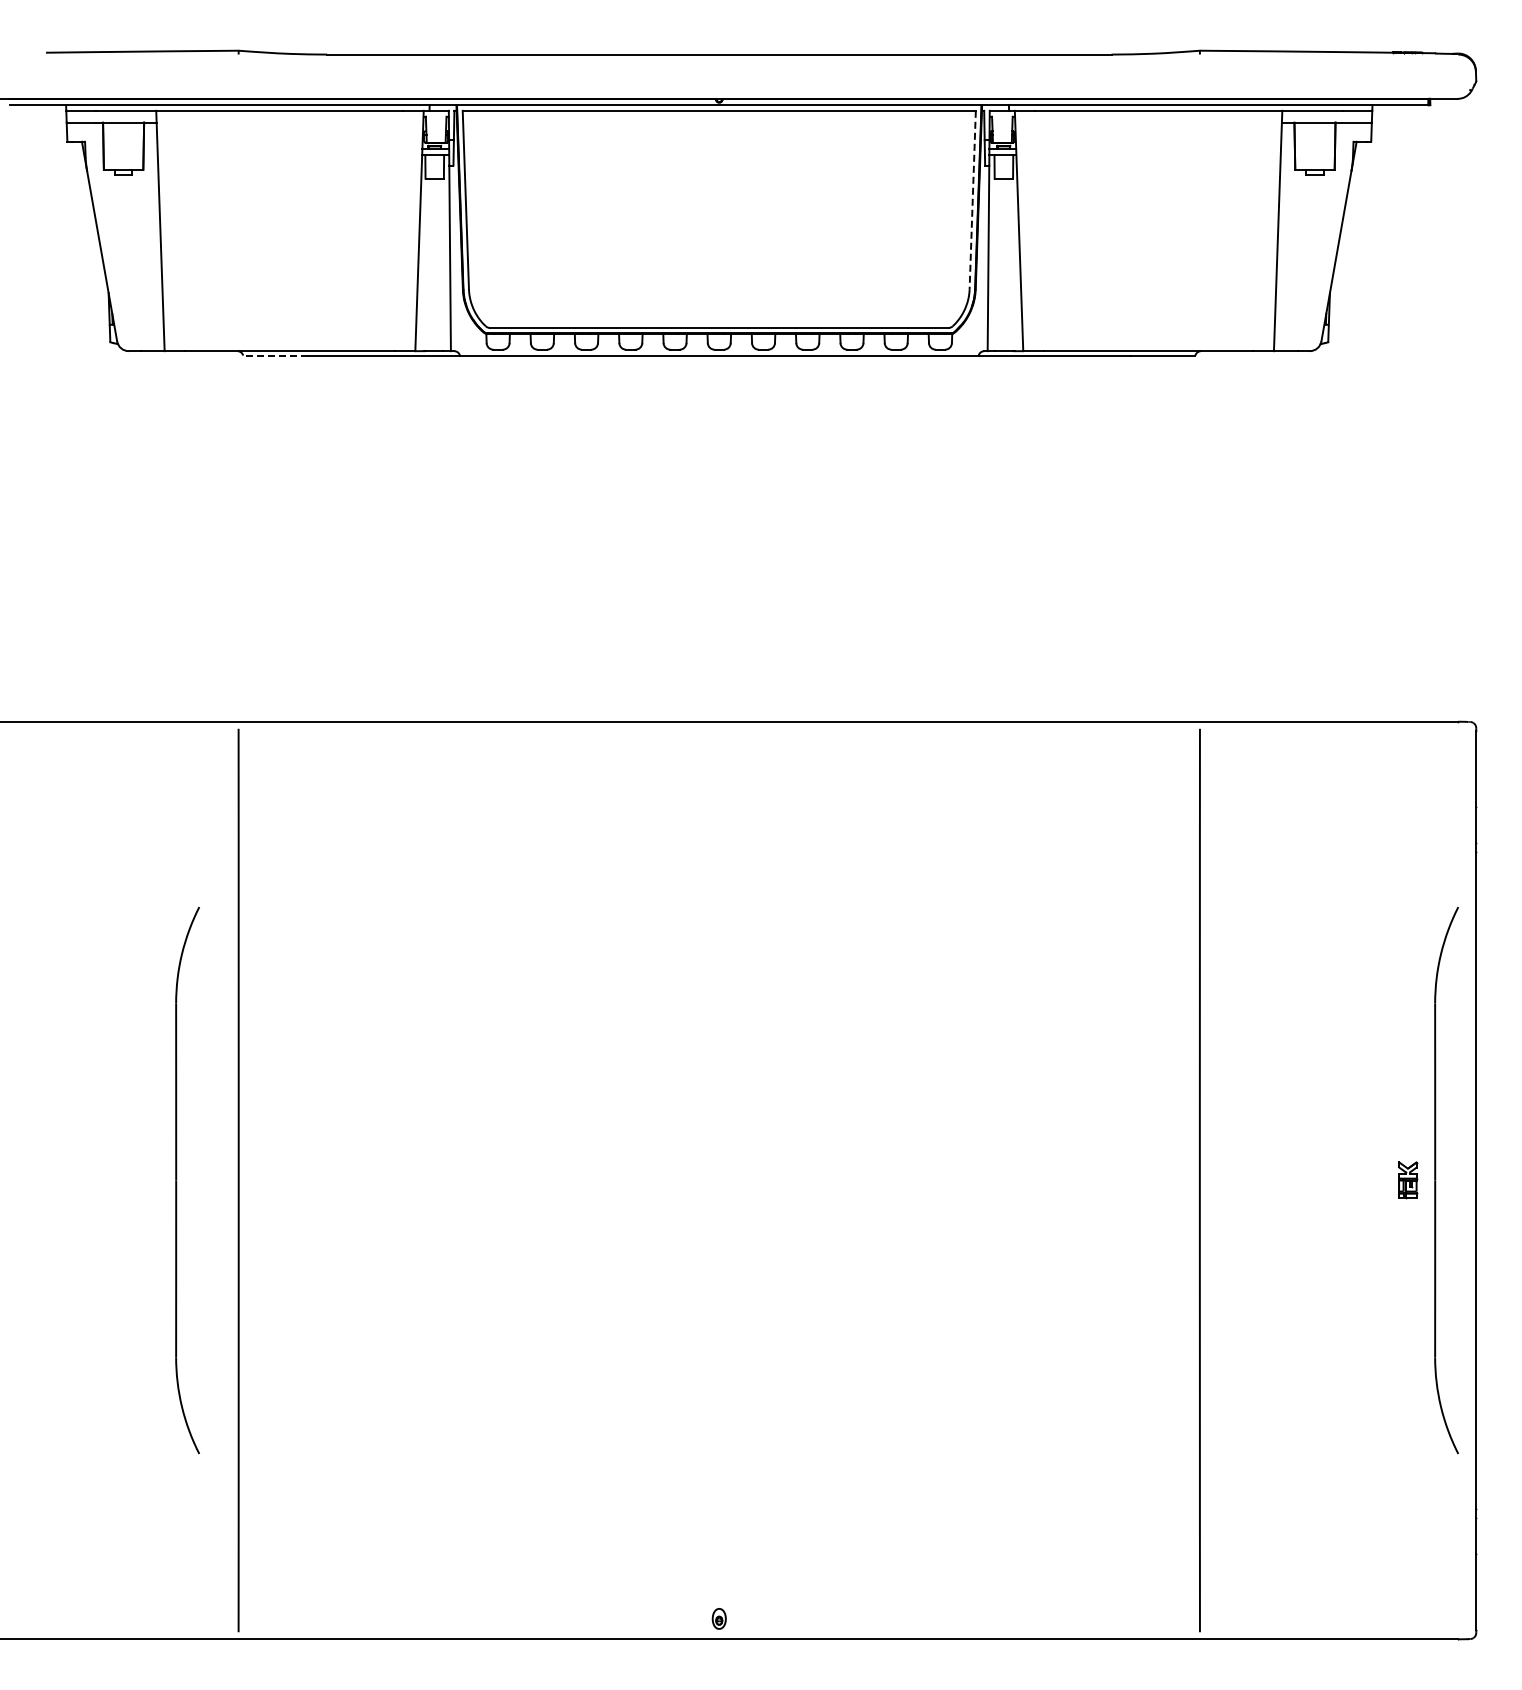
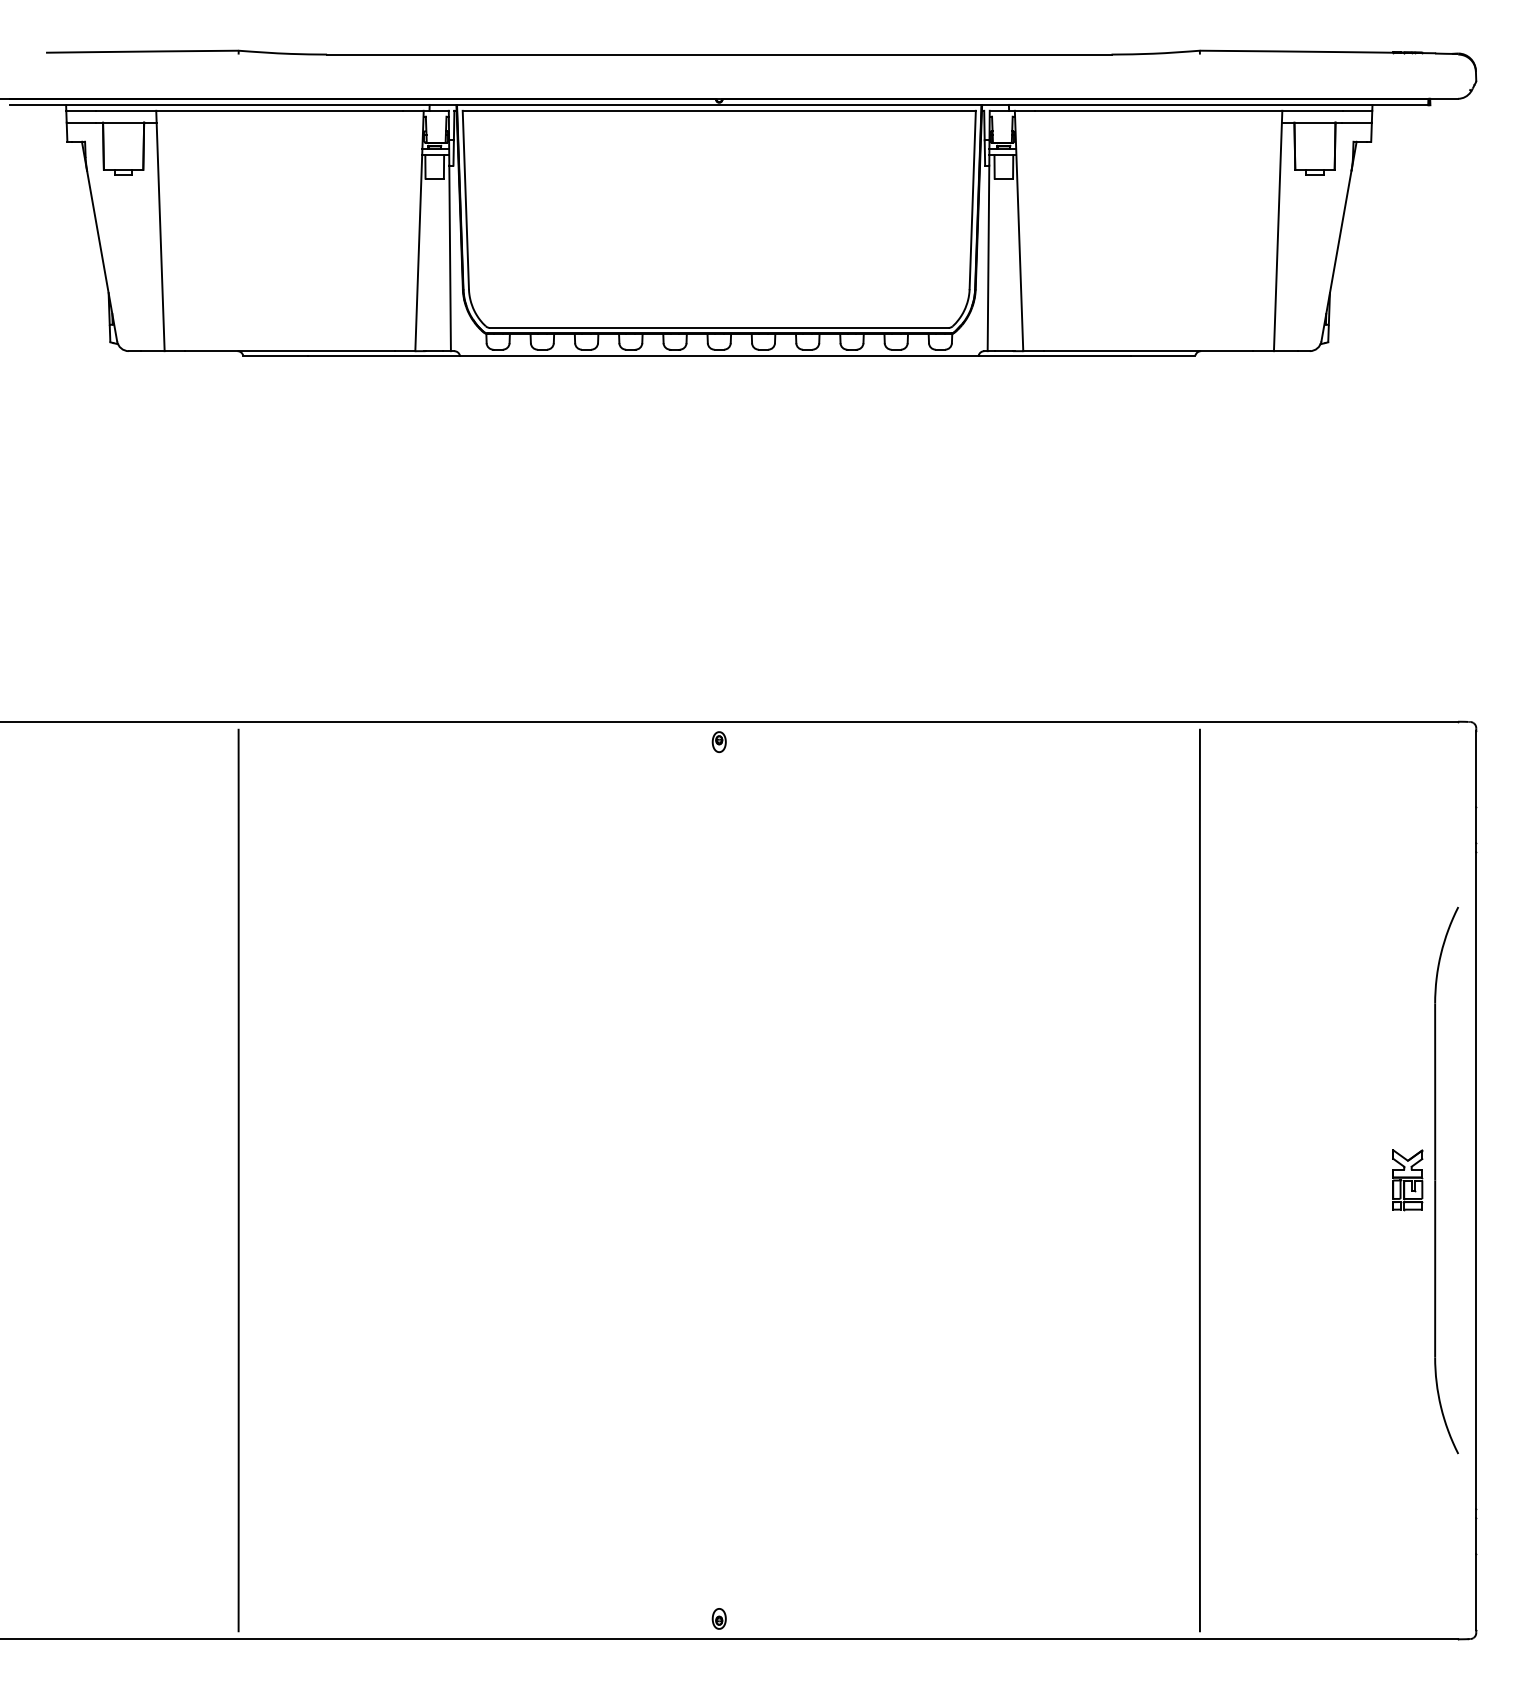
line at (972, 200): dashed -> solid
line at (275, 355): dashed -> solid
part at (718, 741): none -> present
part at (177, 1180): present -> none
part at (1408, 1180) size: 21x39 px -> 32x63 px
